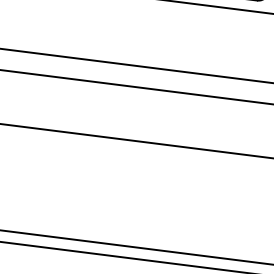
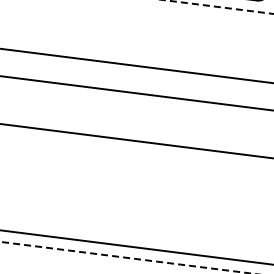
line at (218, 6): solid -> dashed
line at (136, 87) position: (136, 87) -> (136, 93)
line at (127, 257): solid -> dashed
